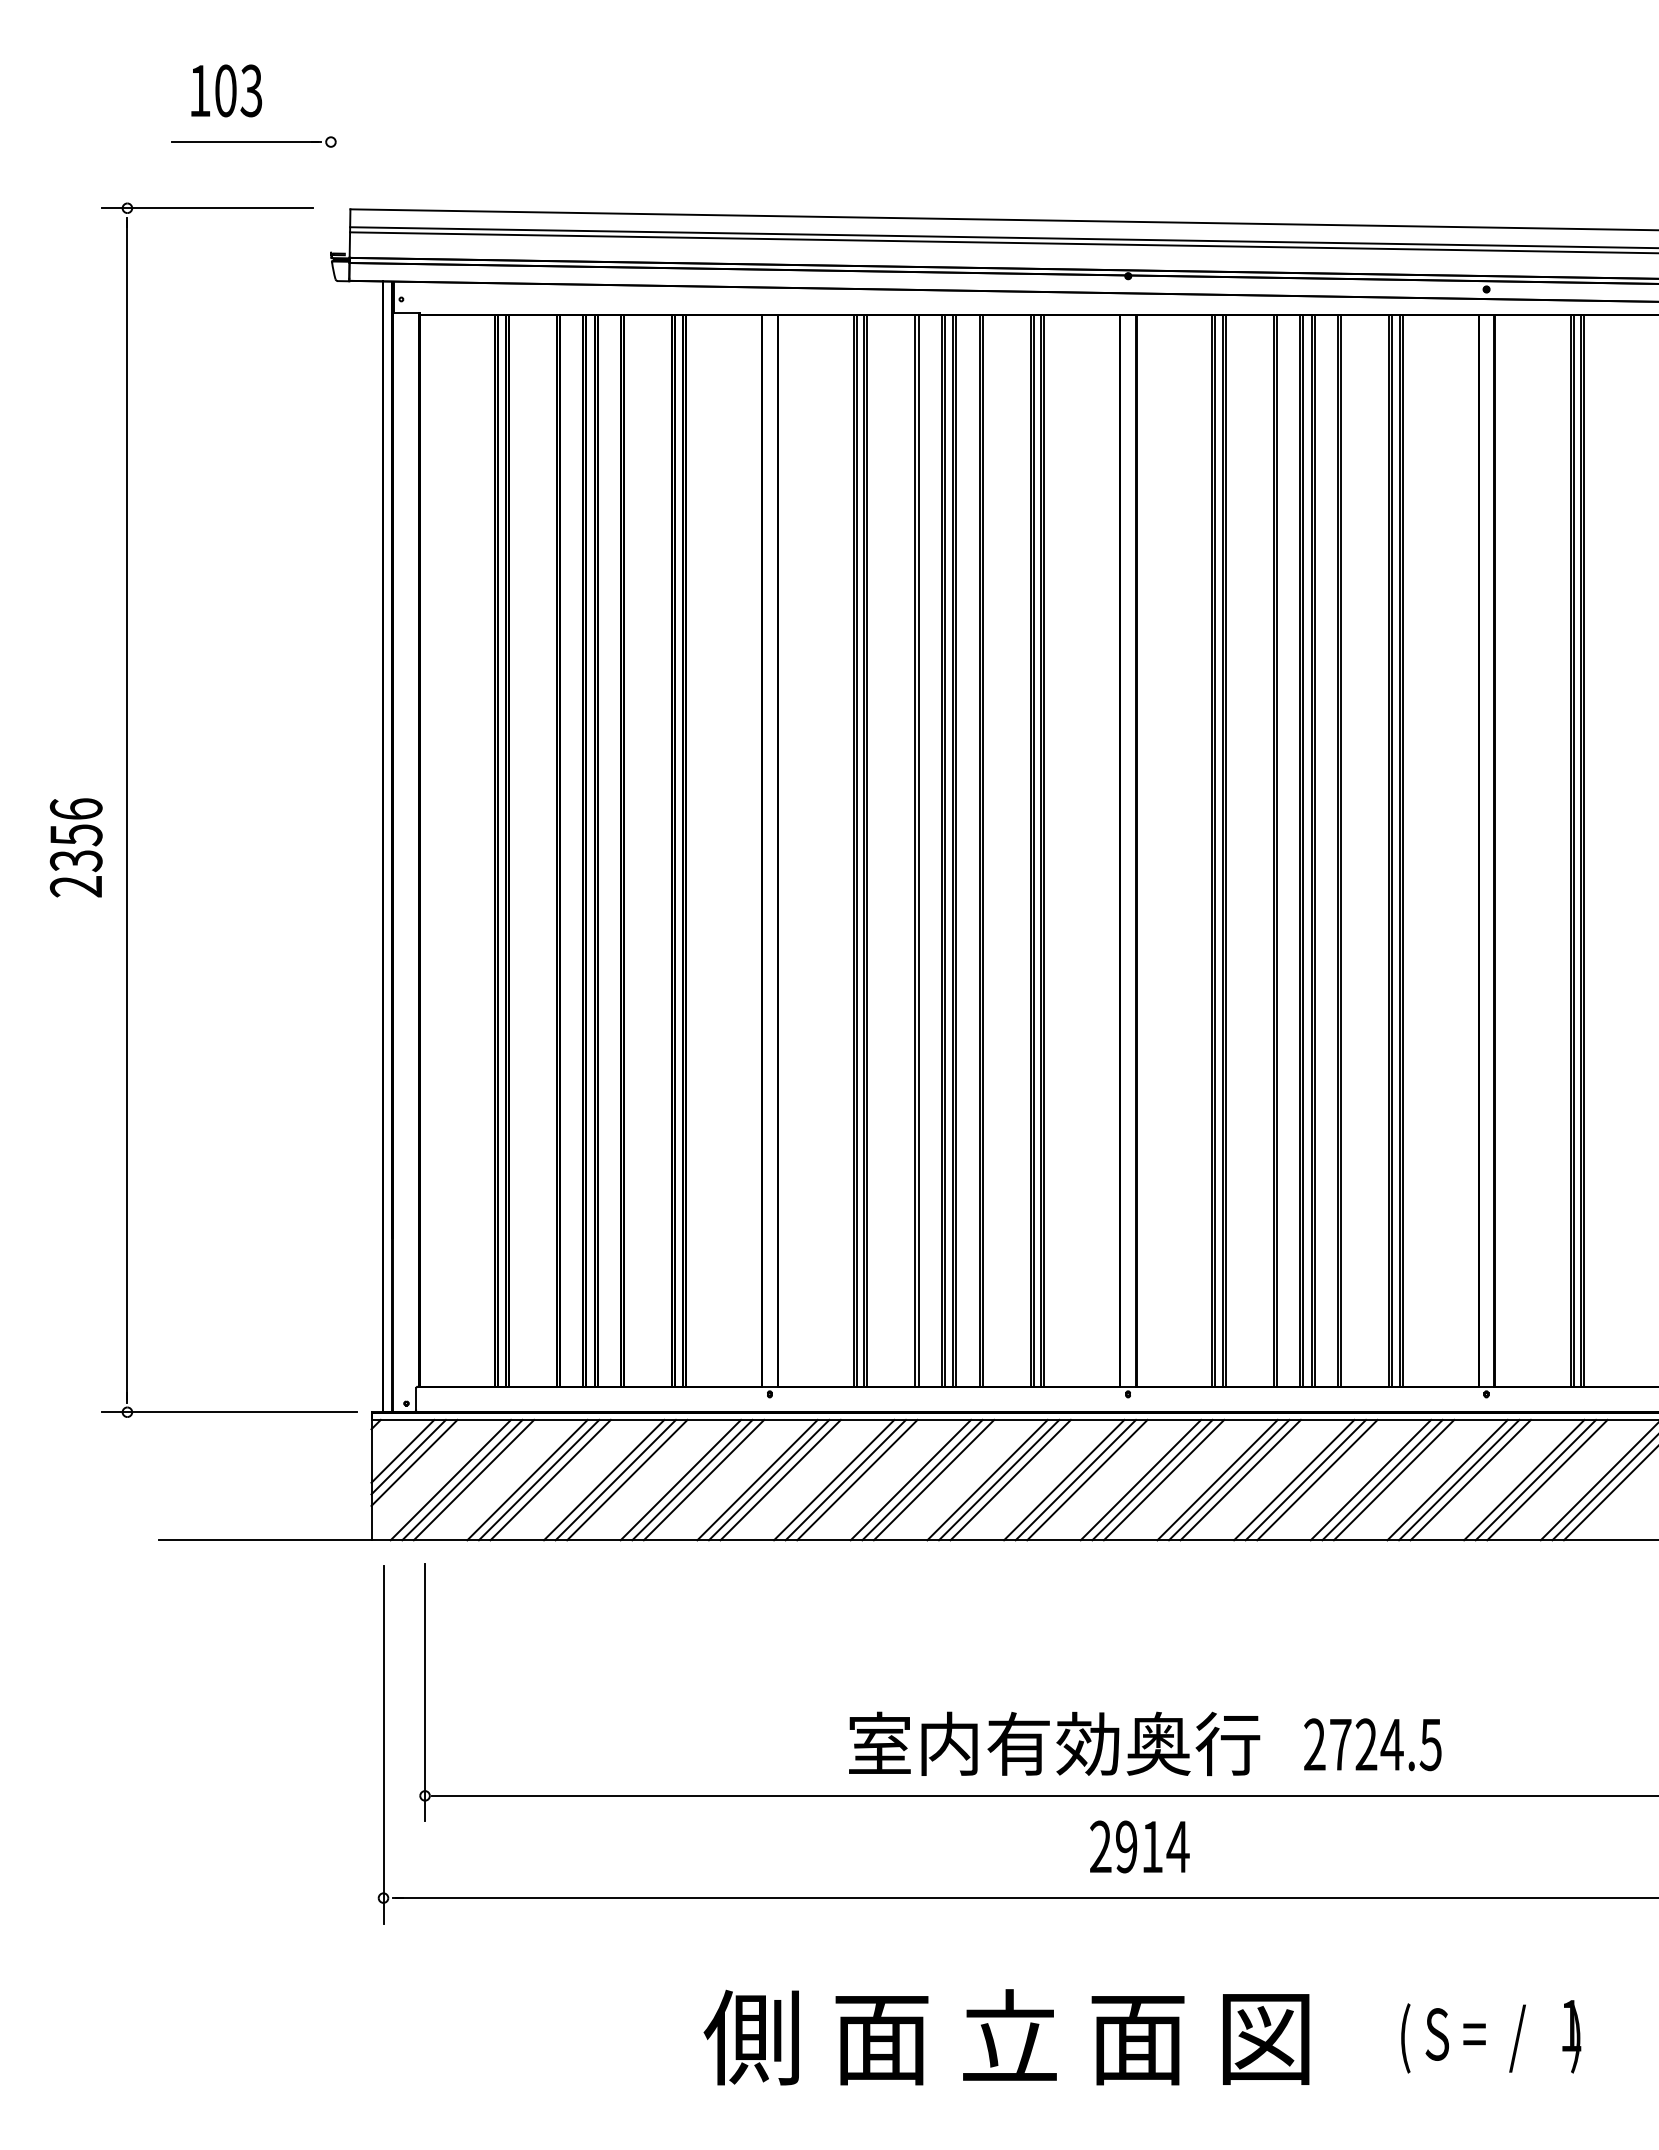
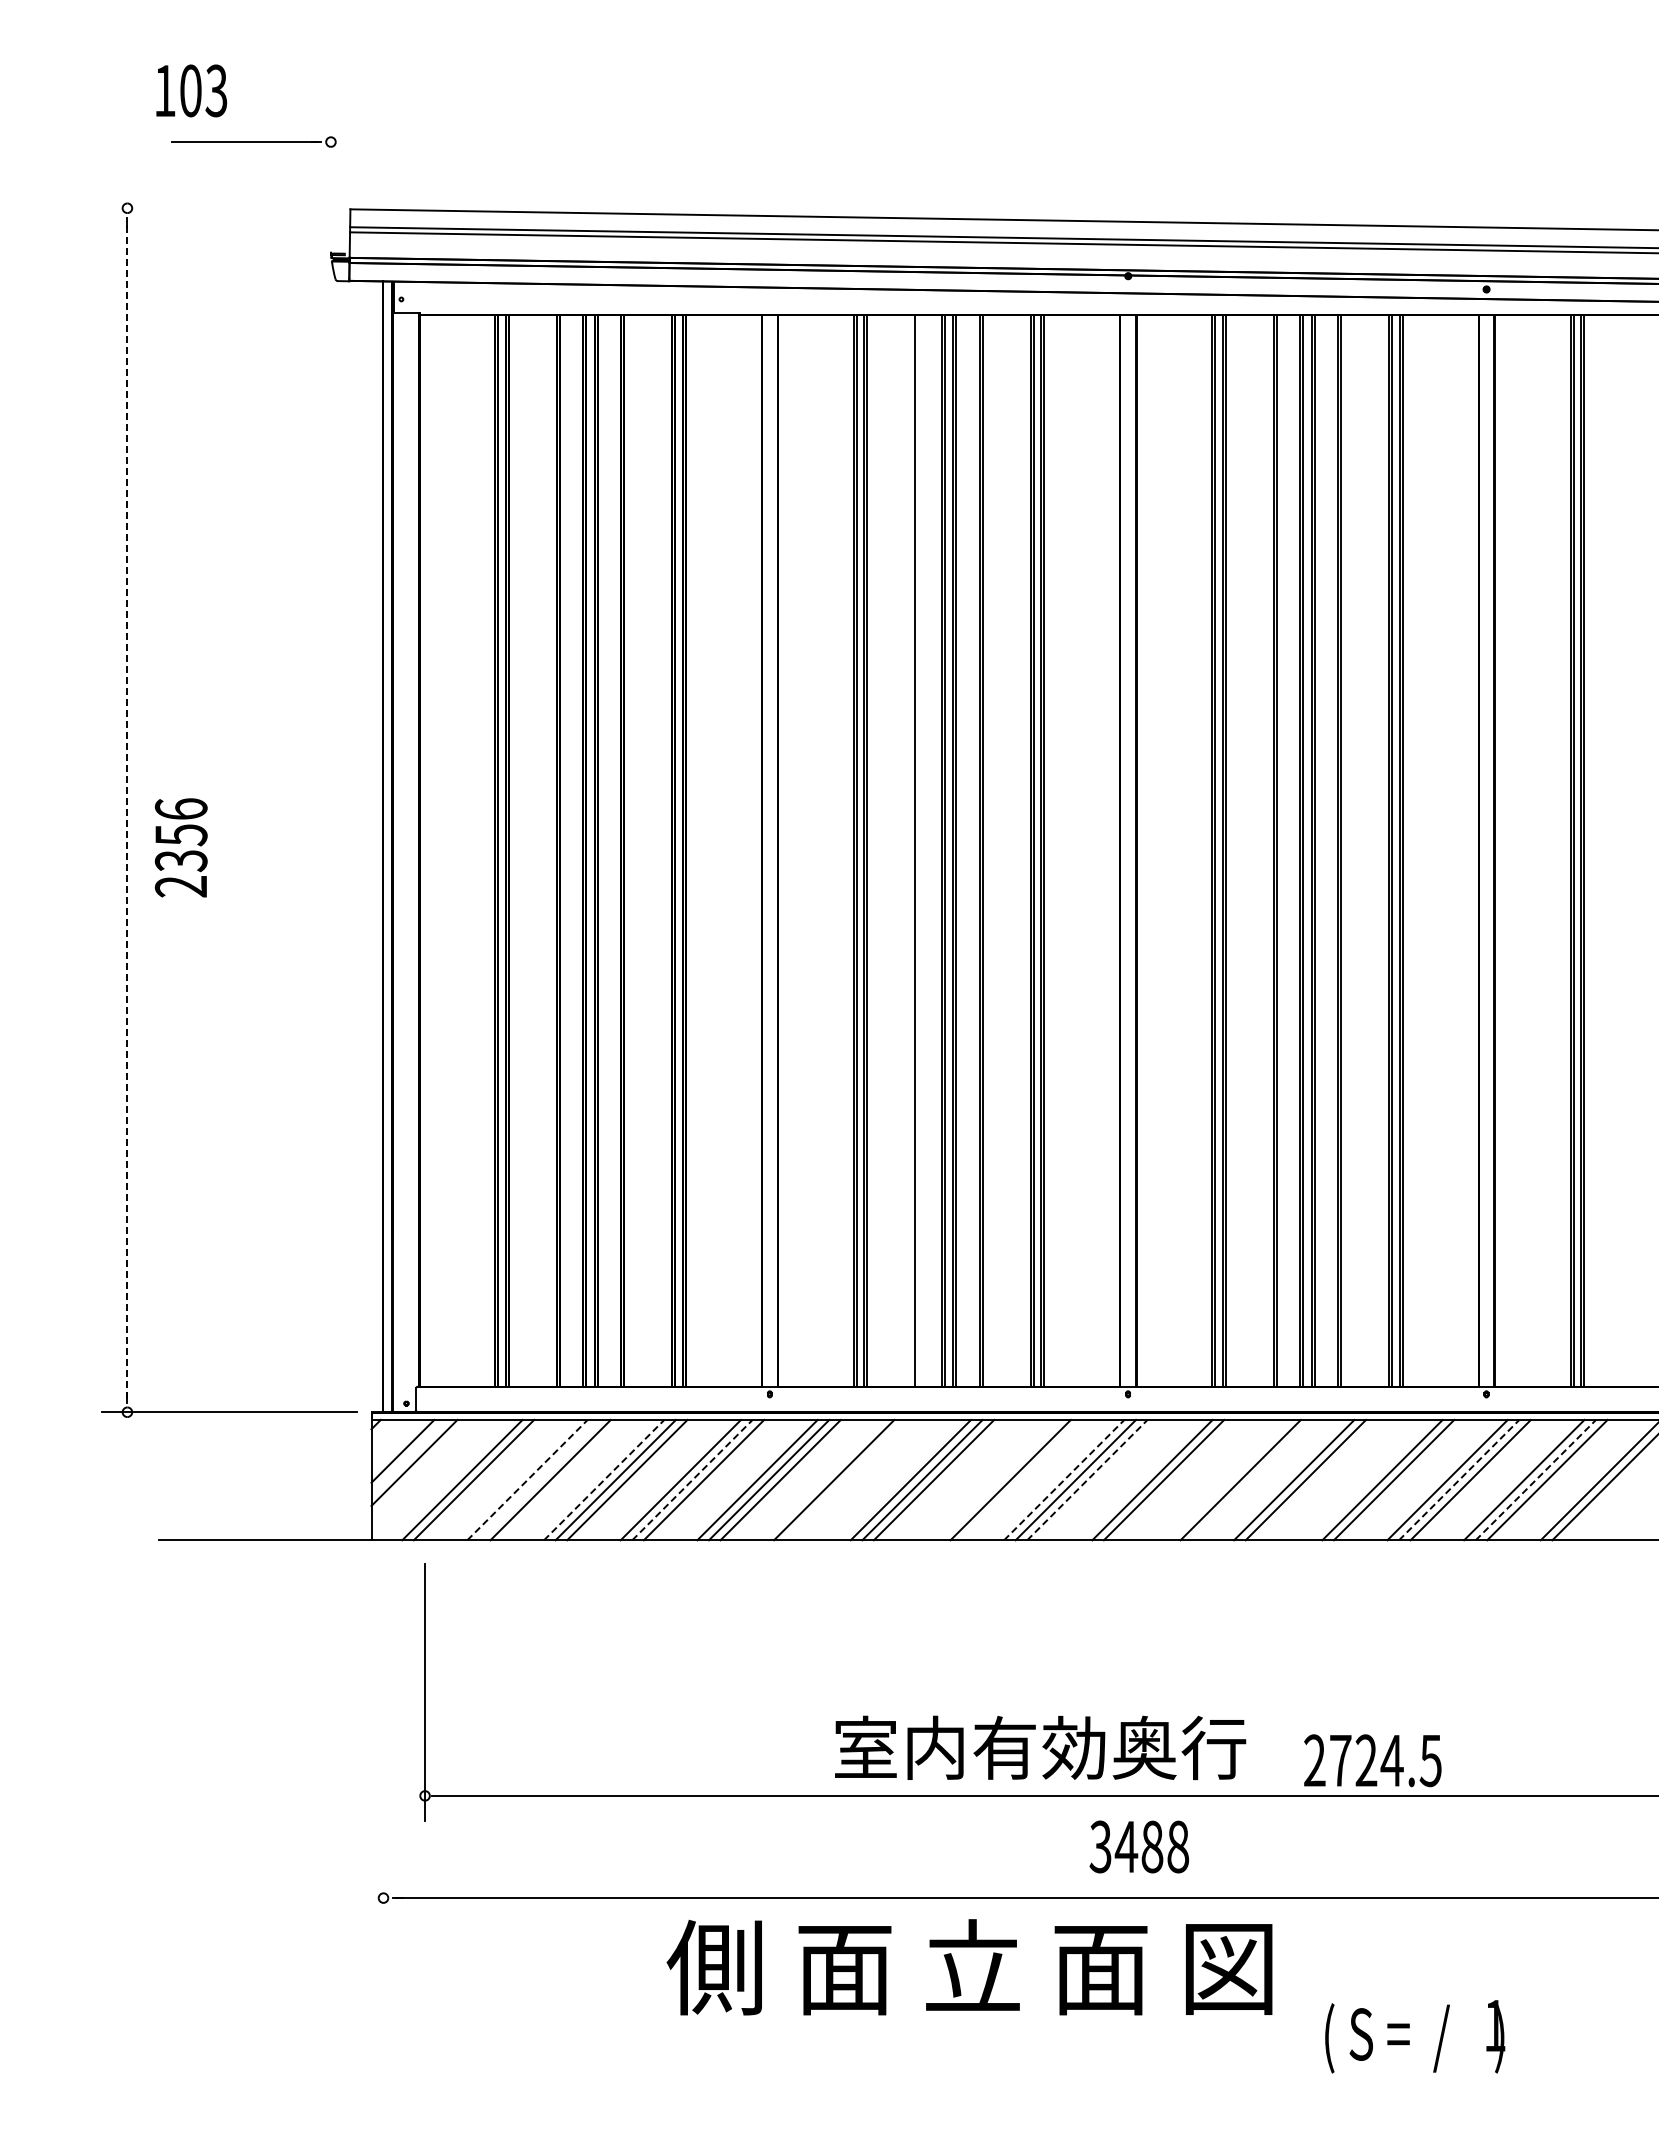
text at (226, 90) position: (226, 90) -> (191, 90)
line at (206, 208): present -> none
line at (127, 809): solid -> dashed
text at (75, 847) position: (75, 847) -> (180, 847)
line at (918, 850): present -> none
line at (408, 1456): present -> none
line at (450, 1479): present -> none
line at (527, 1479): solid -> dashed
line at (538, 1479): present -> none
line at (604, 1479): solid -> dashed
line at (692, 1479): solid -> dashed
line at (845, 1479): present -> none
line at (857, 1479): present -> none
line at (987, 1479): present -> none
line at (998, 1479): present -> none
line at (1064, 1479): solid -> dashed
line at (1087, 1479): solid -> dashed
line at (1140, 1479): present -> none
line at (1217, 1479): present -> none
line at (1229, 1479): present -> none
line at (1317, 1479): present -> none
line at (1370, 1479): present -> none
line at (1459, 1479): solid -> dashed
line at (1536, 1479): solid -> dashed
line at (1609, 1494): present -> none
text at (1054, 1743) position: (1054, 1743) -> (1040, 1747)
line at (383, 1744): present -> none
text at (1372, 1744) position: (1372, 1744) -> (1372, 1760)
text at (1139, 1846): 2914 -> 3488
text at (1491, 2036) position: (1491, 2036) -> (1415, 2036)
text at (1006, 2037) position: (1006, 2037) -> (969, 1967)
